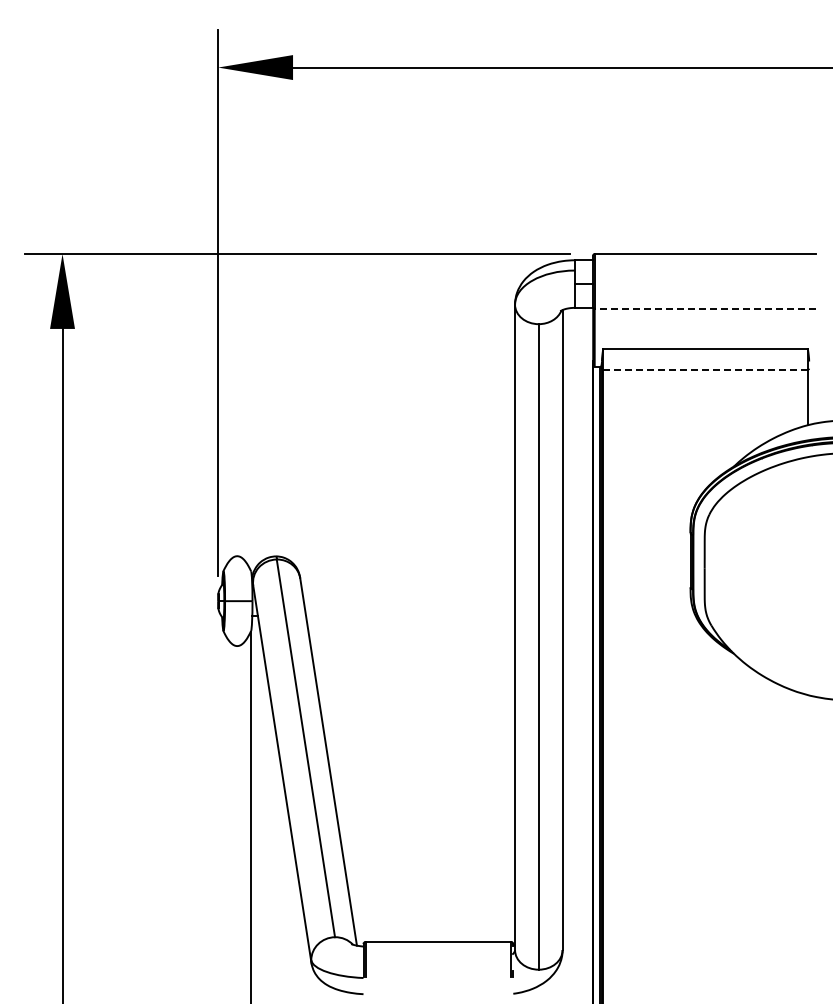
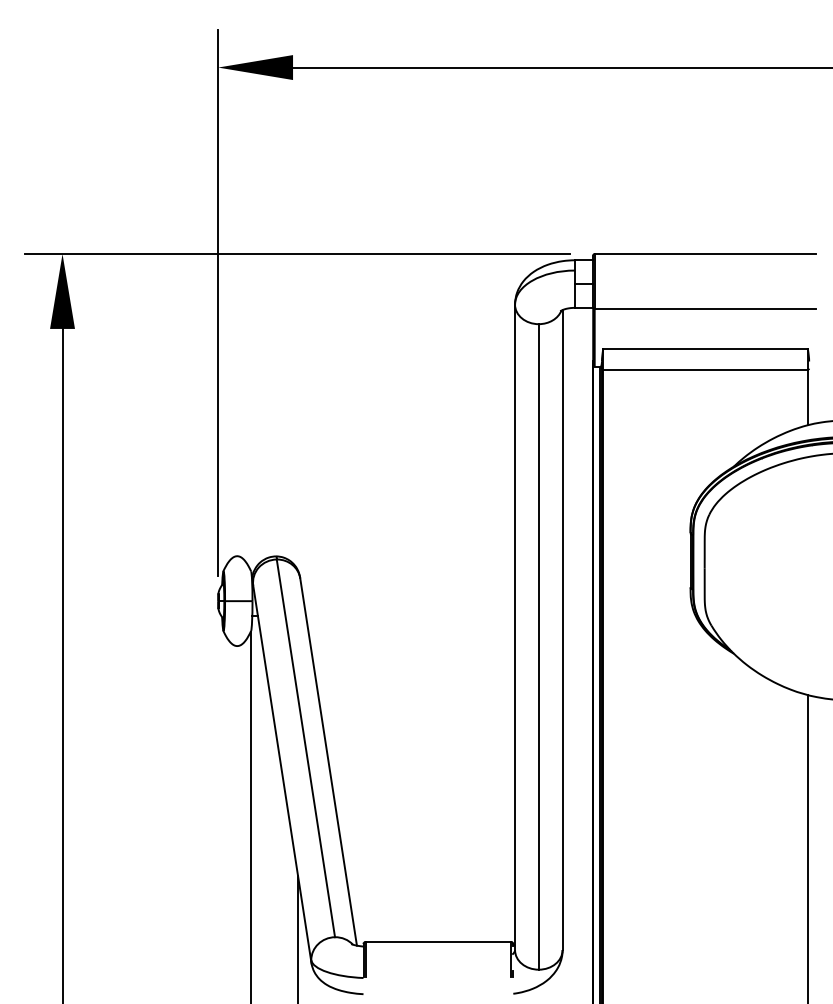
line at (705, 308): dashed -> solid
line at (705, 369): dashed -> solid
line at (807, 847): none -> present
line at (298, 938): none -> present
